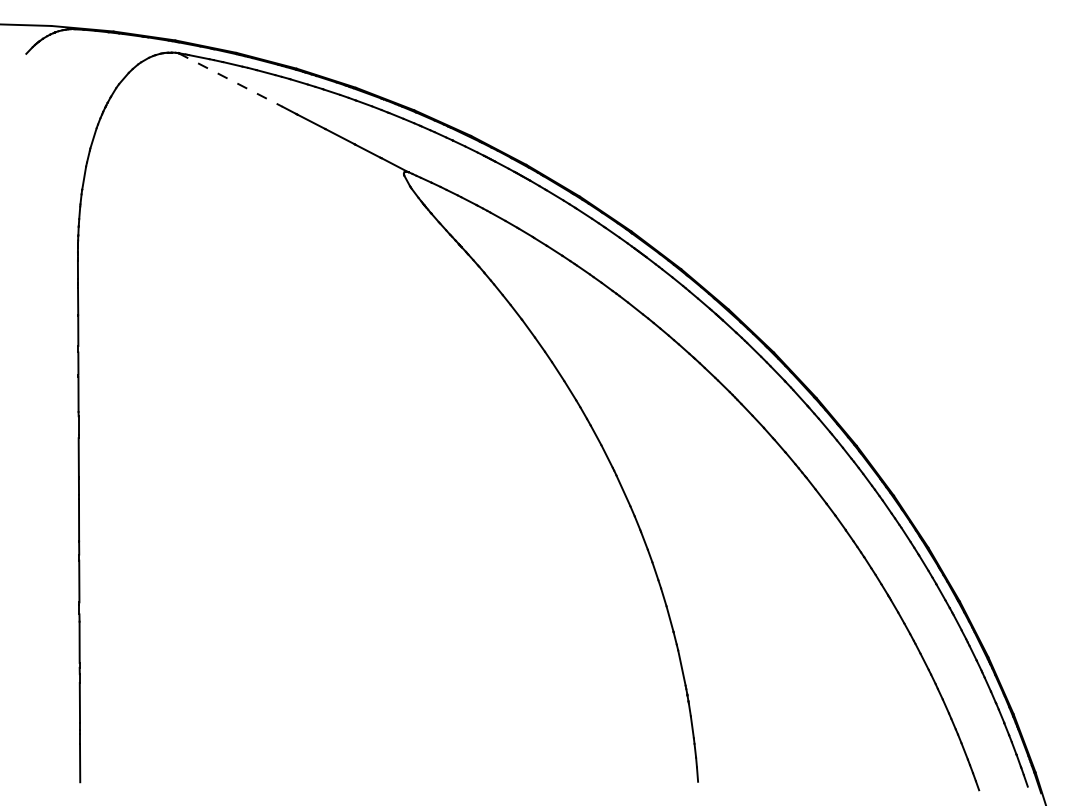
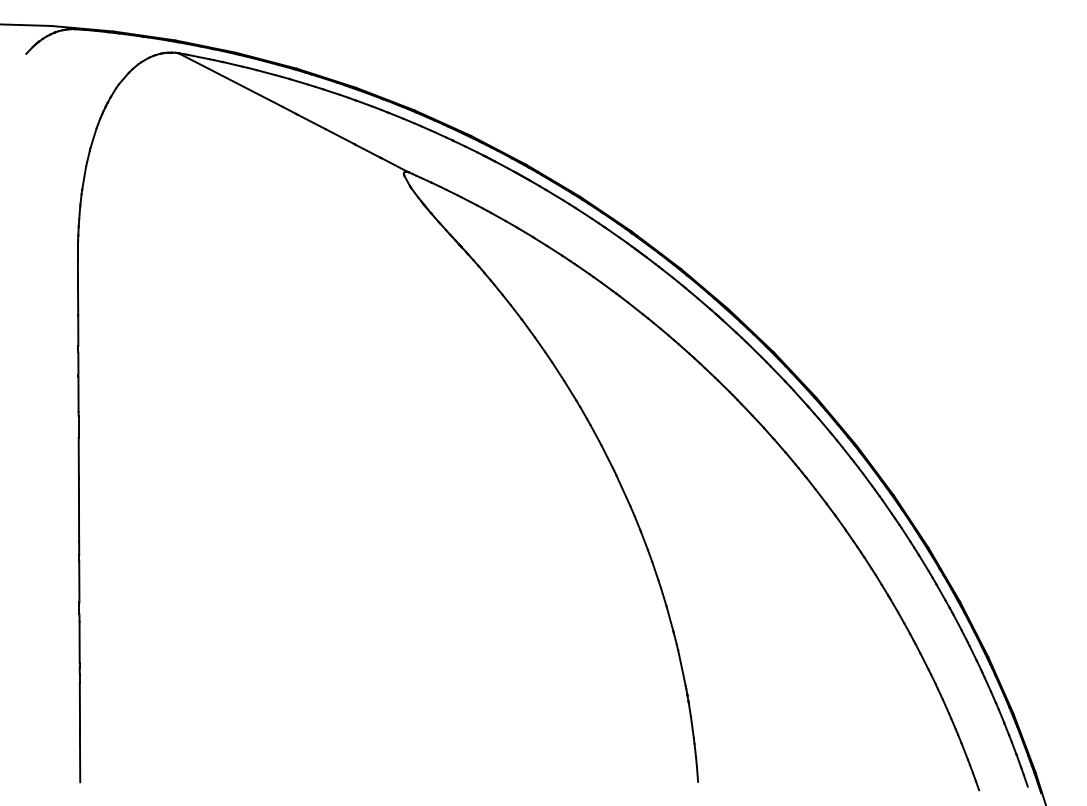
line at (230, 80): dashed -> solid
